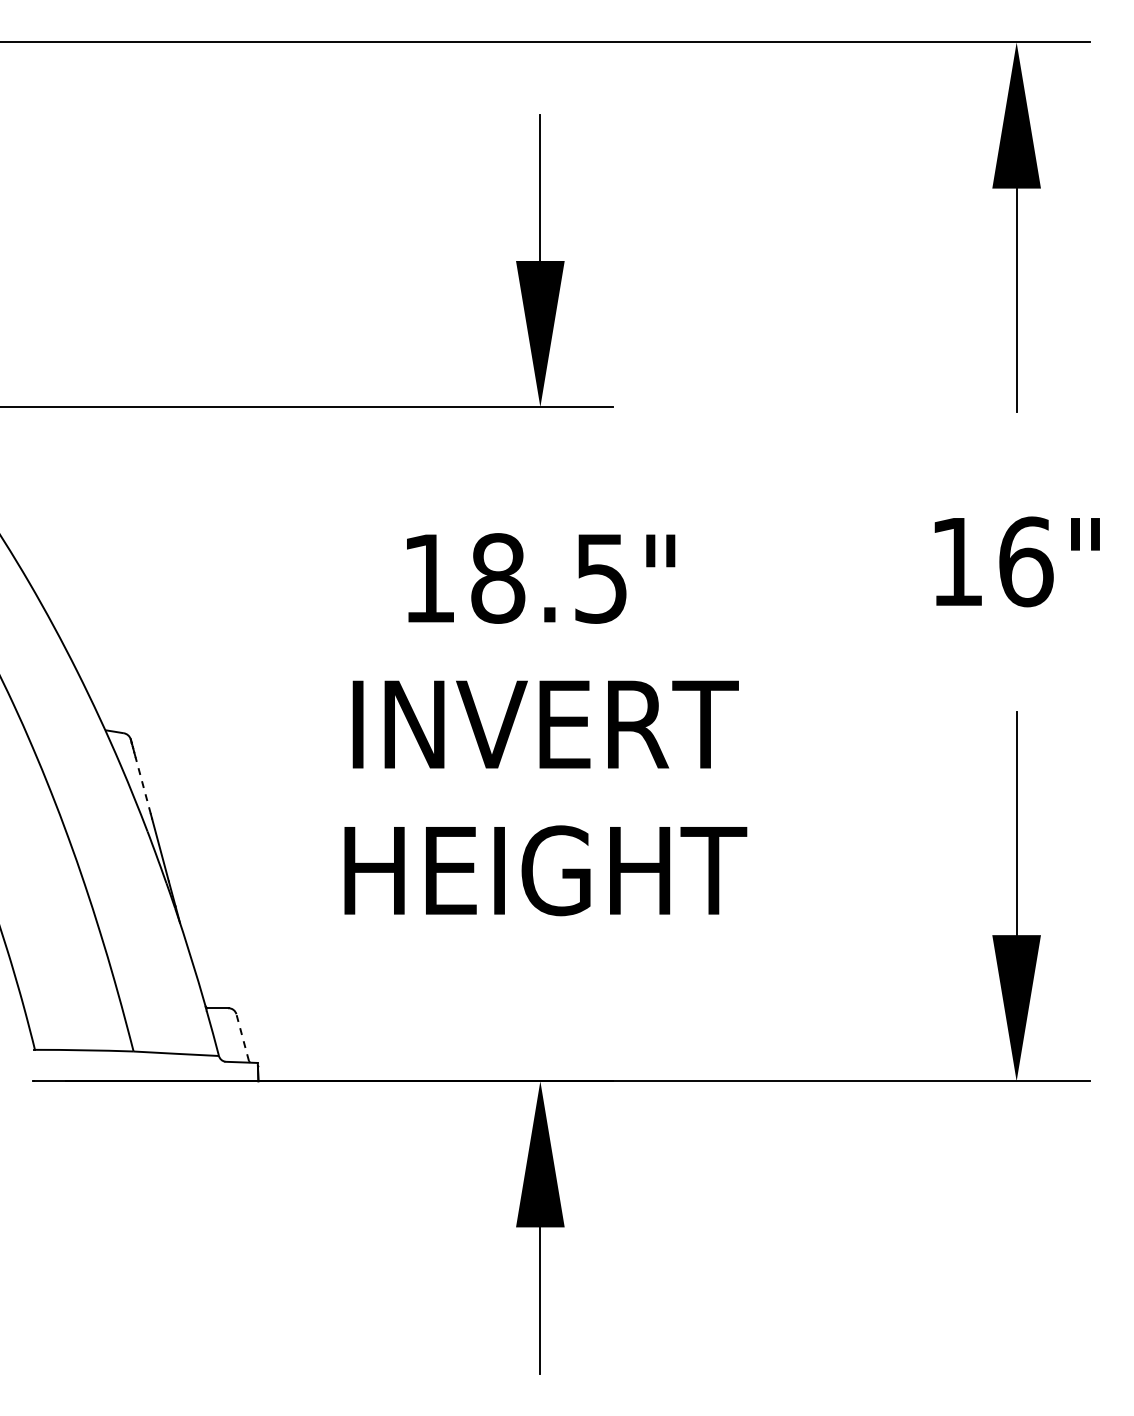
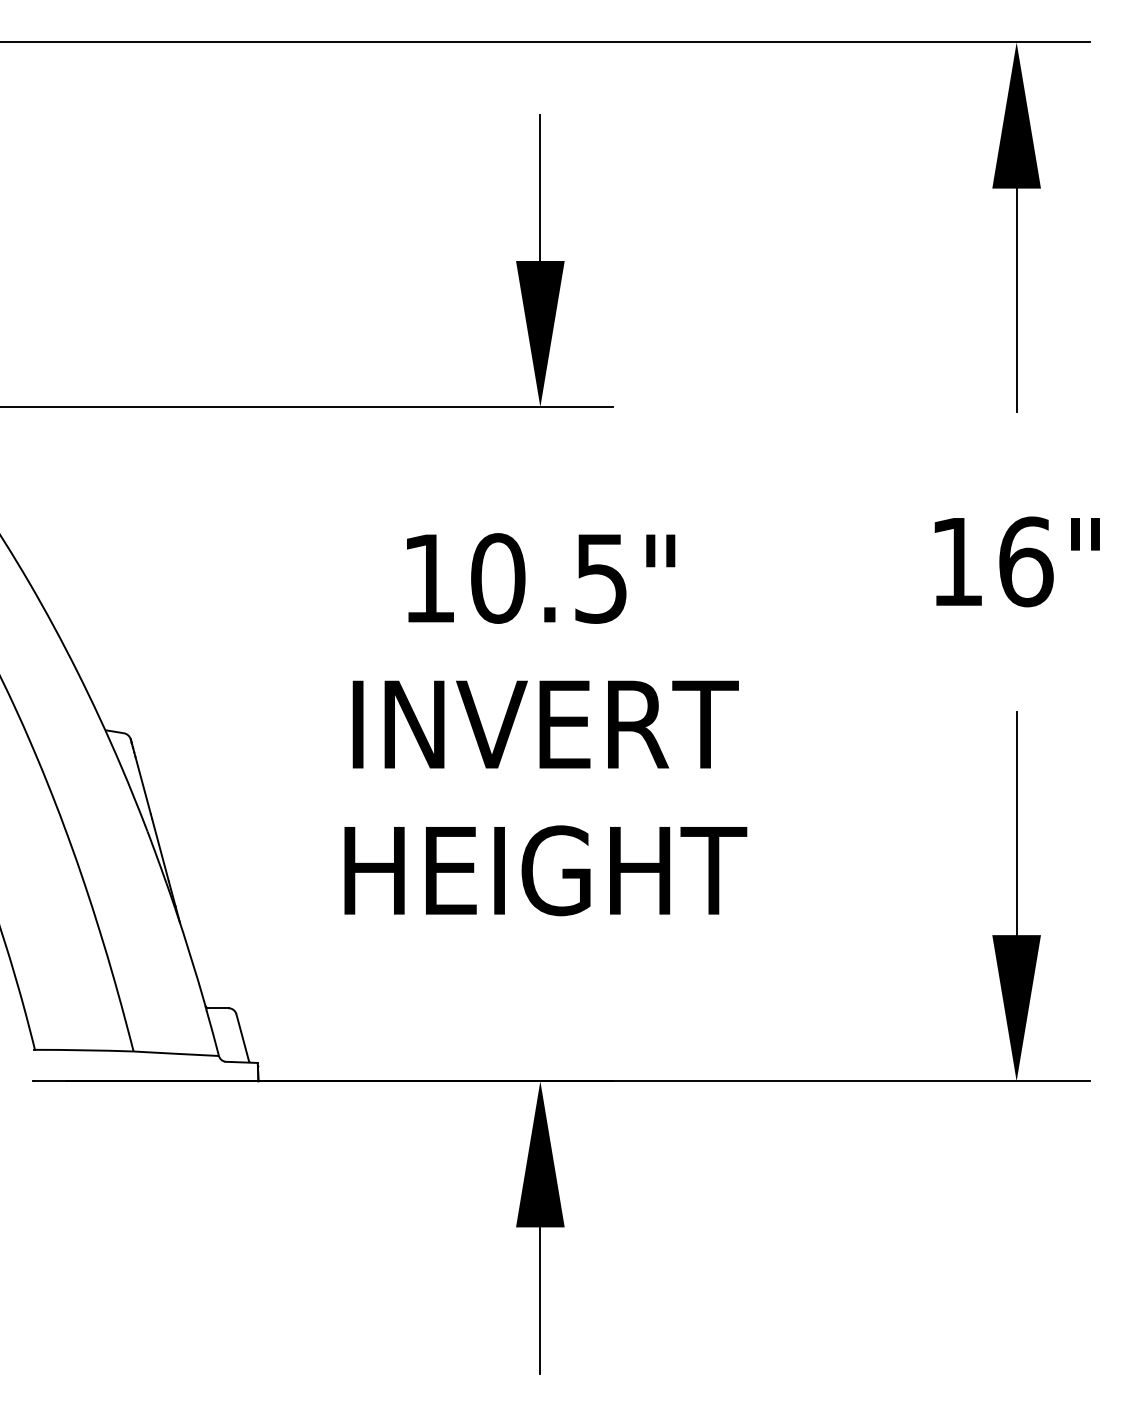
text at (498, 578): 18.5" -> 10.5"
line at (143, 785): dashed -> solid
line at (242, 1037): dashed -> solid
